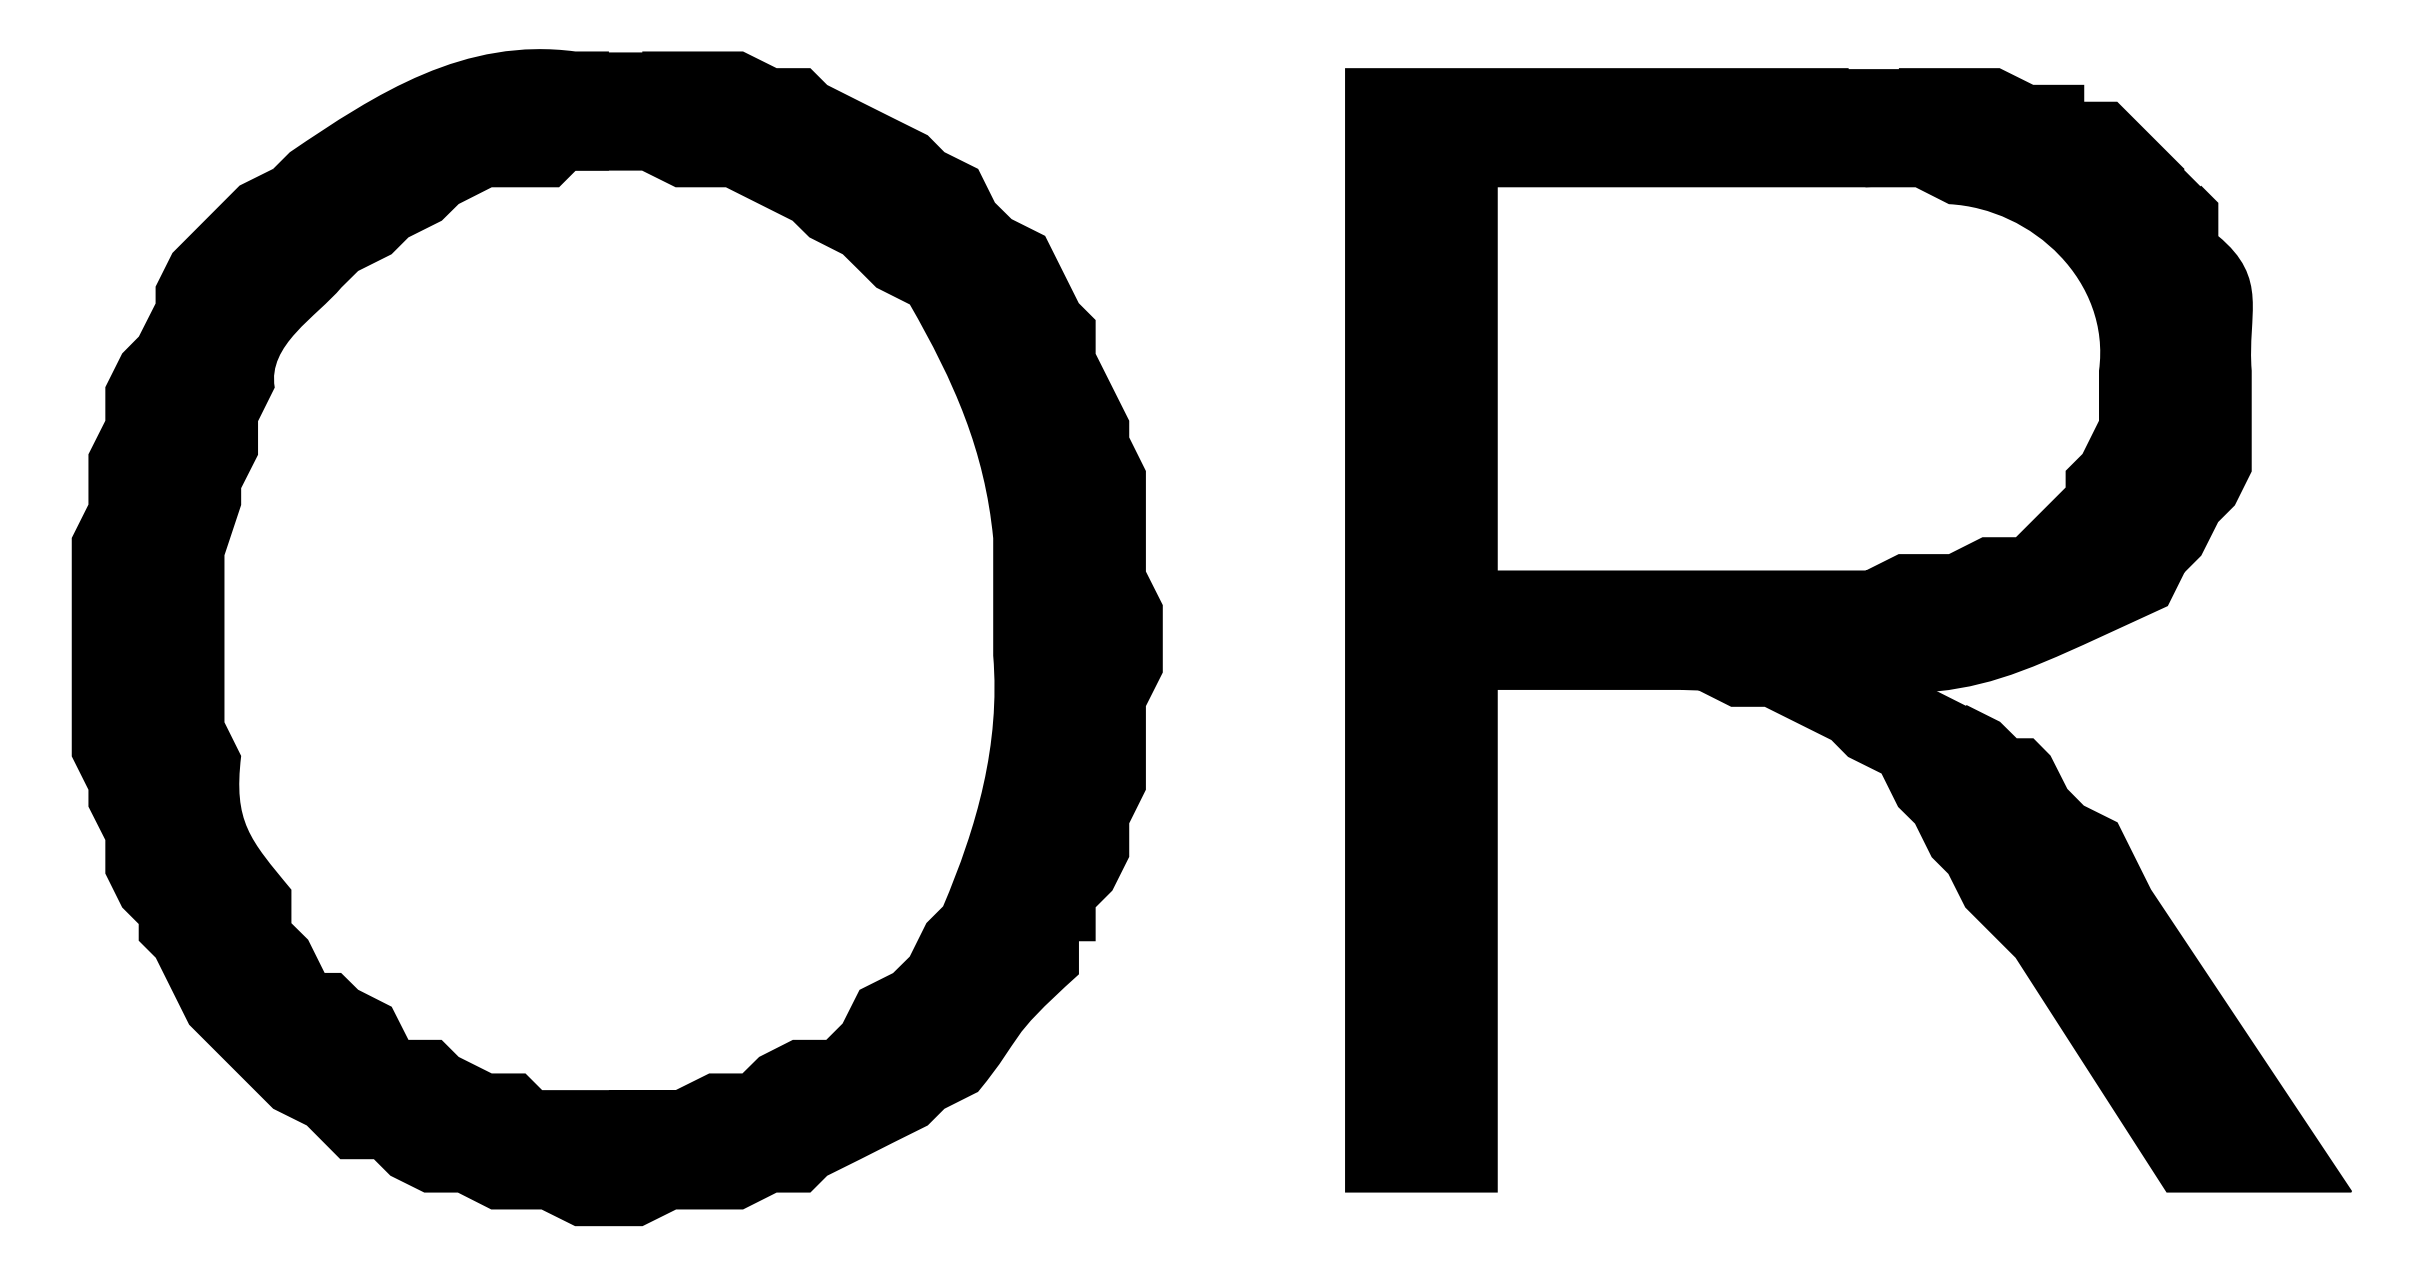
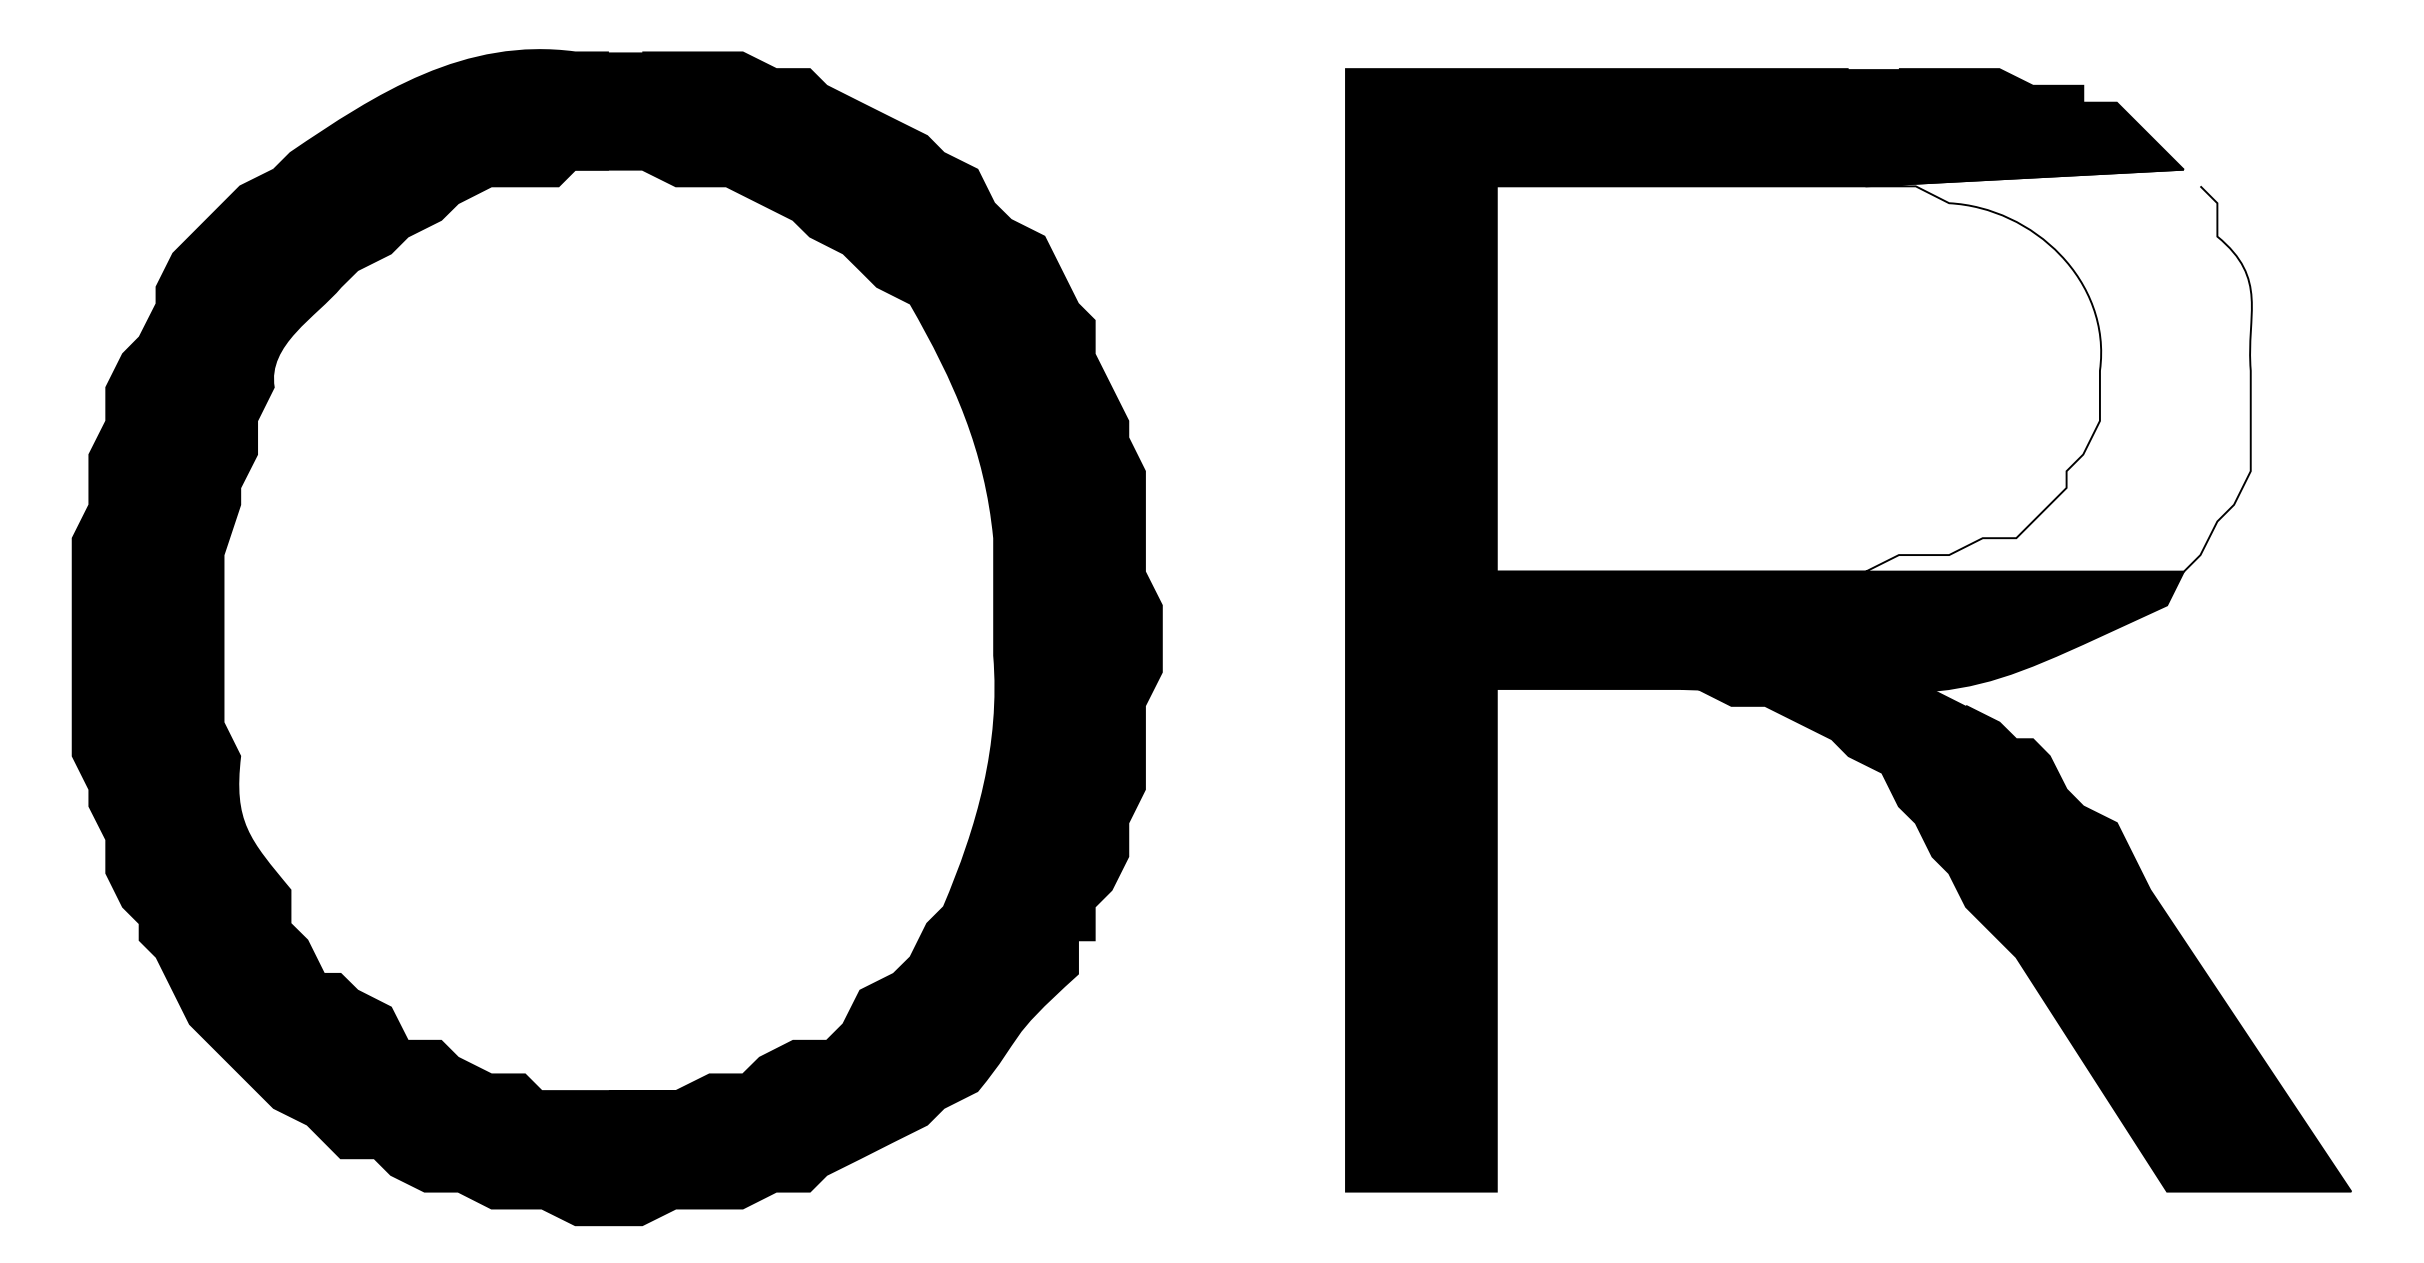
fill at (1873, 370): present -> none
